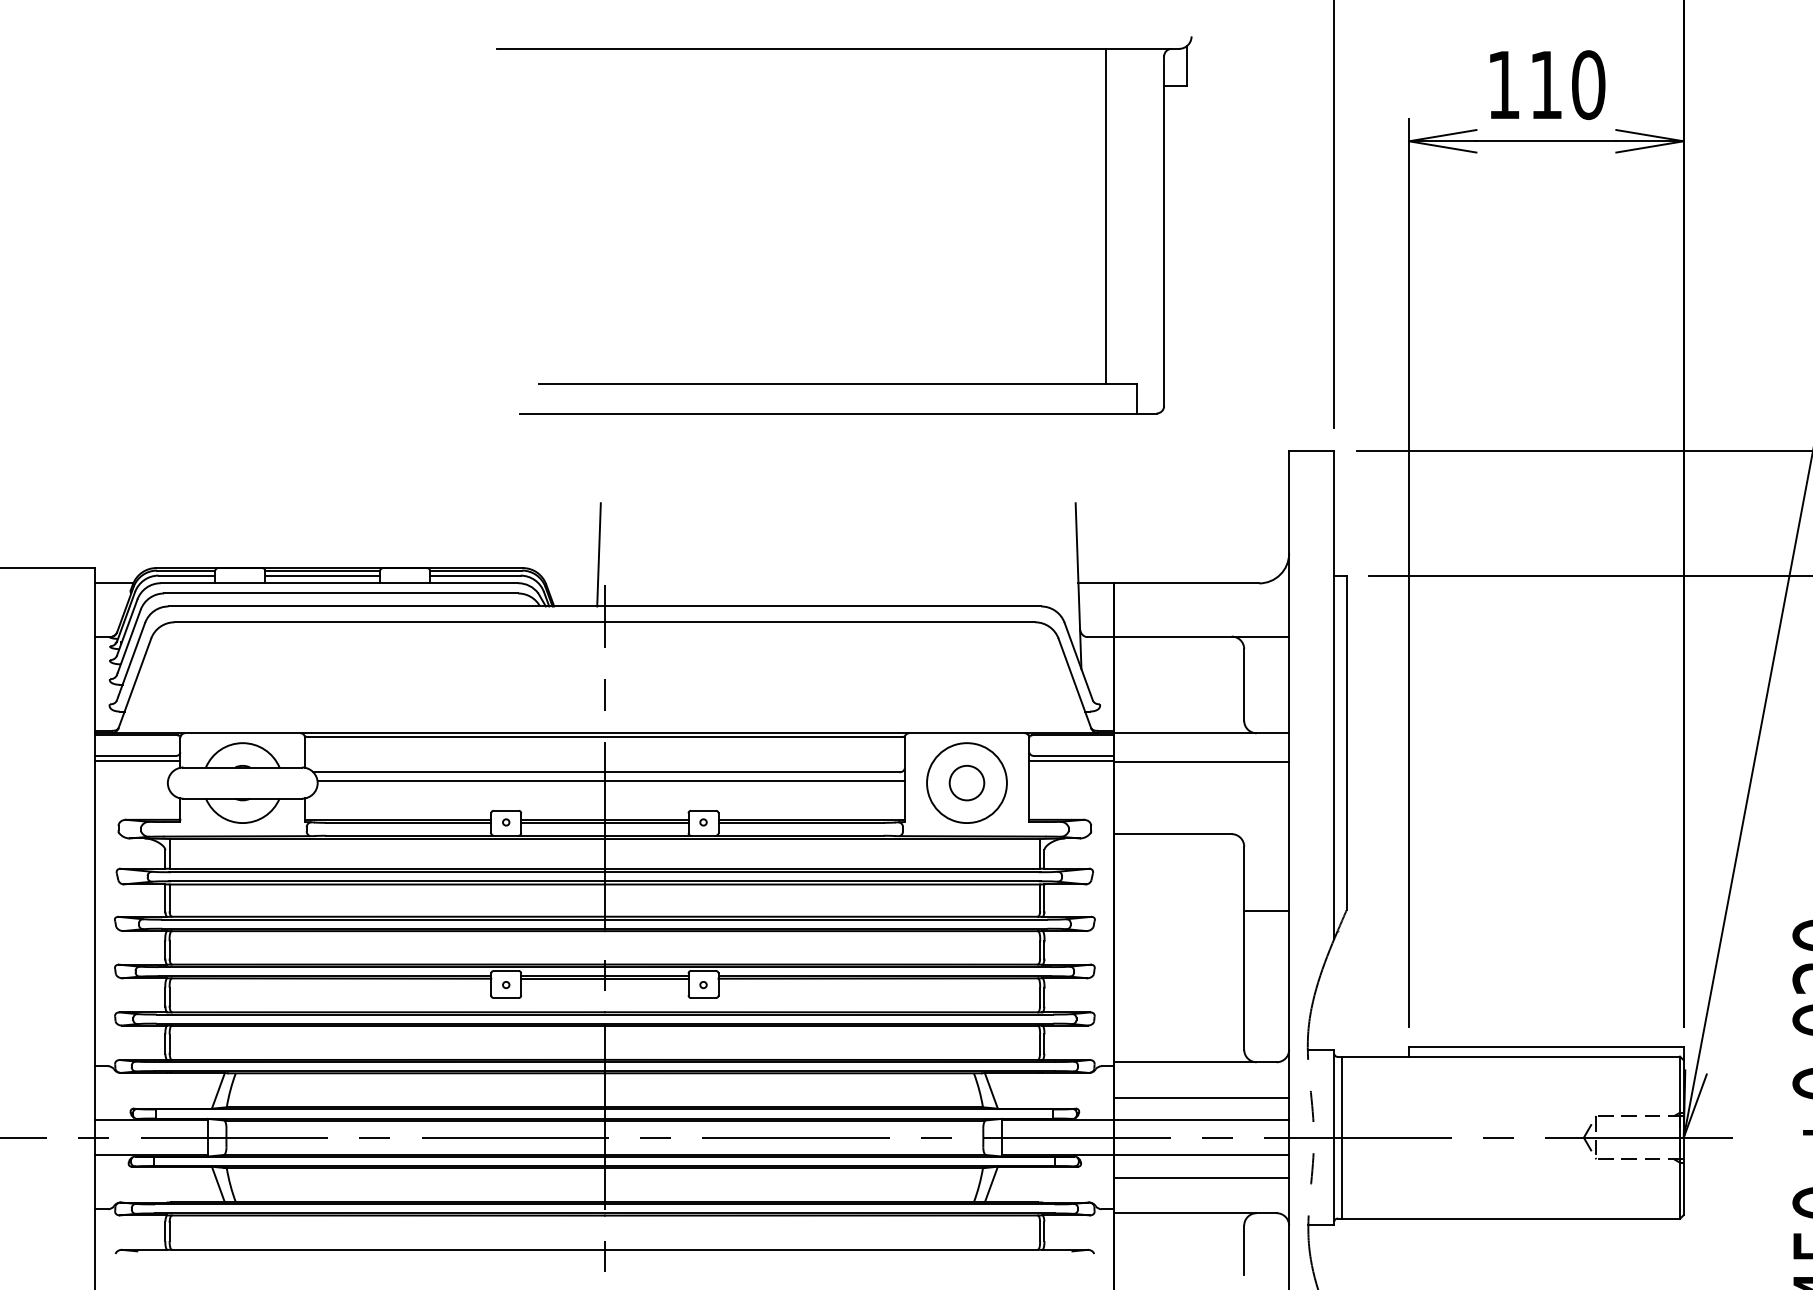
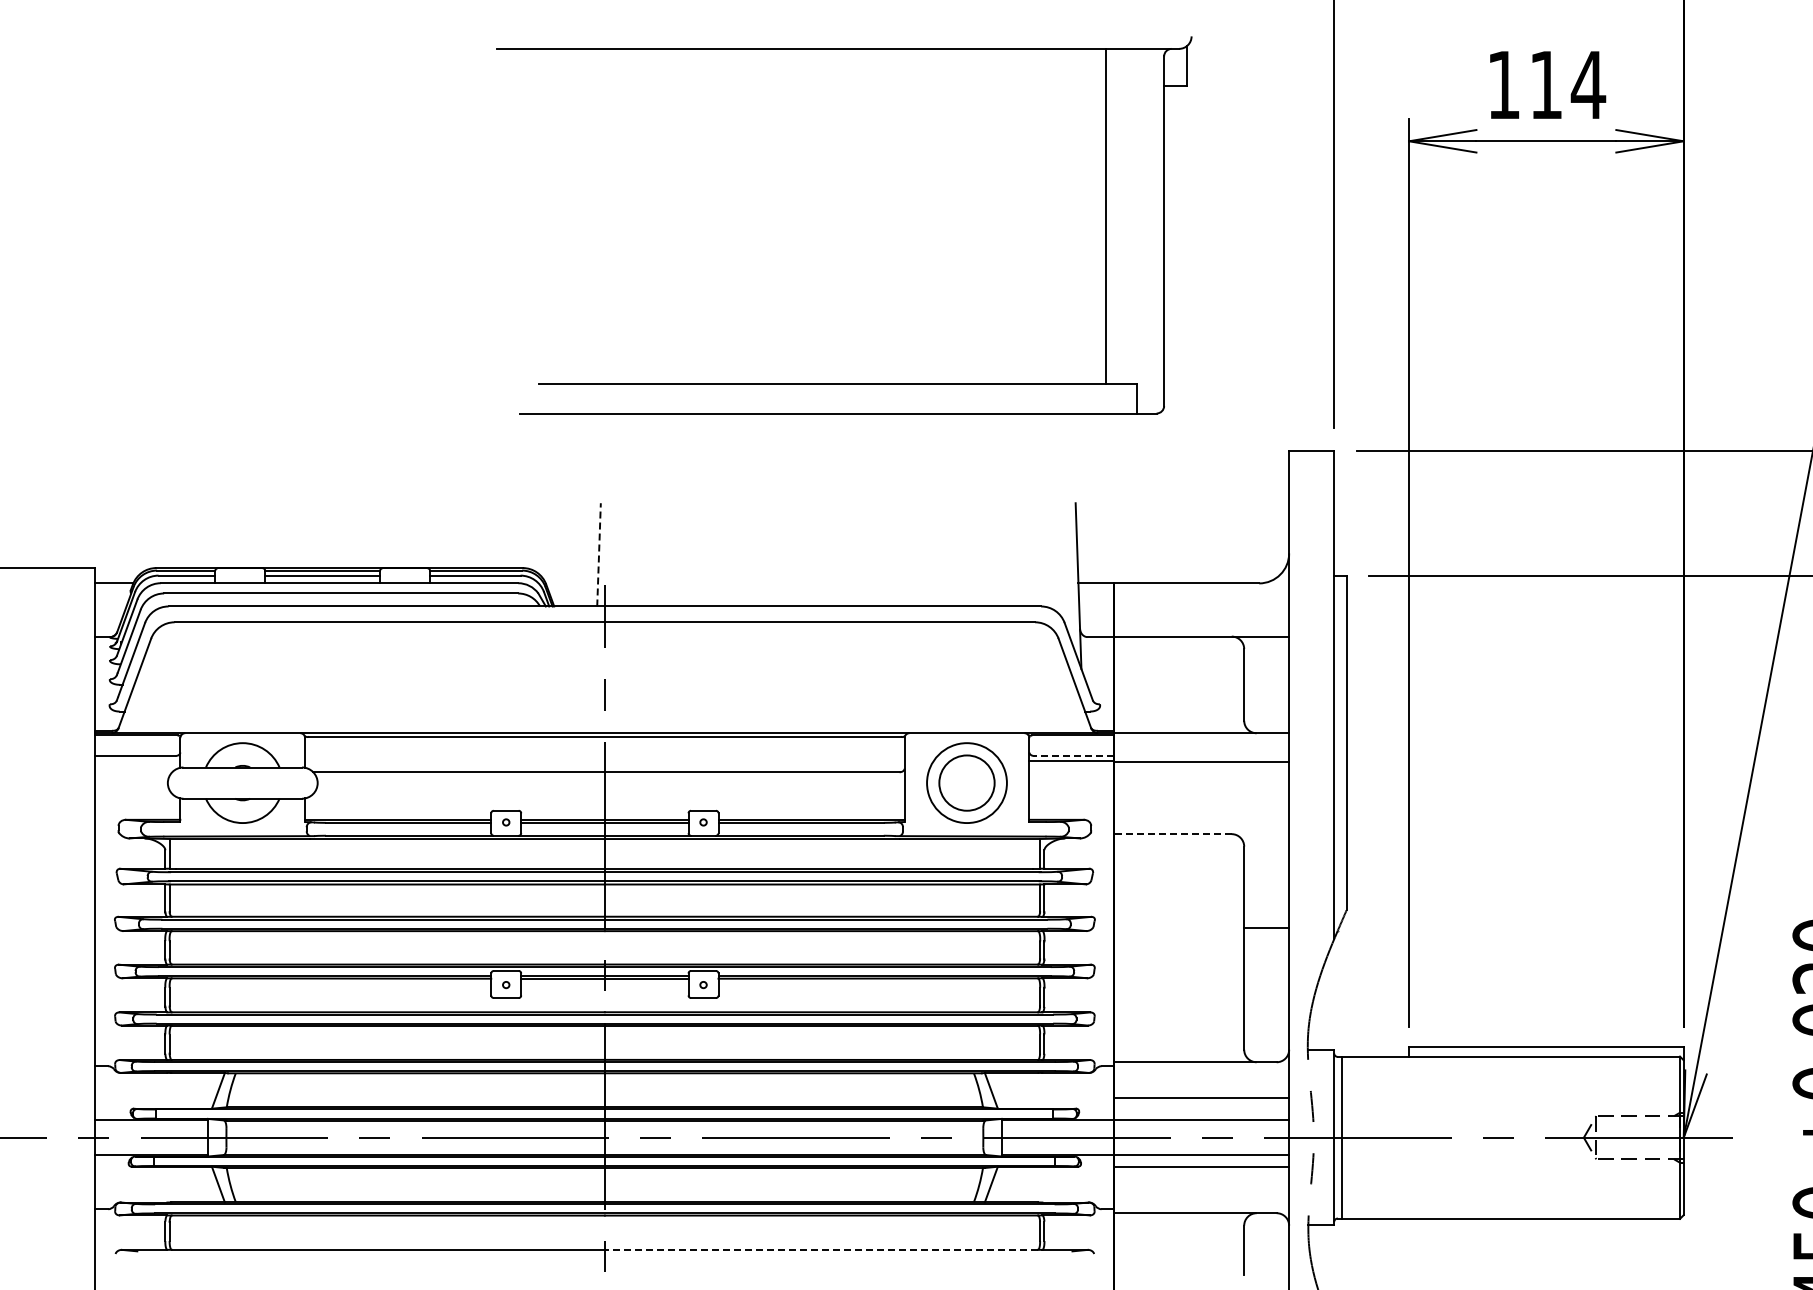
text at (1588, 85): 110 -> 114
line at (599, 554): solid -> dashed
line at (1074, 756): solid -> dashed
line at (137, 761): present -> none
line at (610, 781): present -> none
circle at (966, 782) diameter: 35 px -> 55 px
line at (1173, 834): solid -> dashed
line at (1266, 911) position: (1266, 911) -> (1266, 928)
line at (1201, 1177) position: (1201, 1177) -> (1201, 1166)
line at (821, 1249): solid -> dashed
